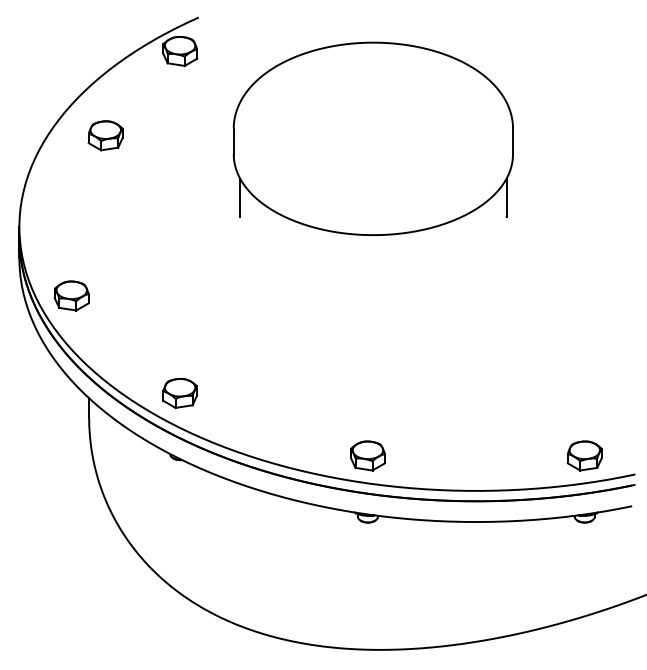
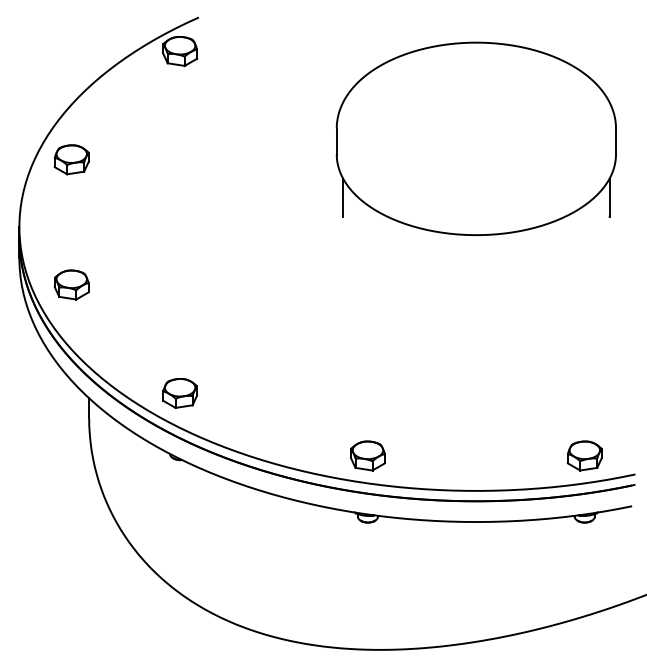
part at (105, 135) position: (105, 135) -> (71, 159)
part at (372, 138) position: (372, 138) -> (475, 138)
part at (71, 295) position: (71, 295) -> (71, 284)
